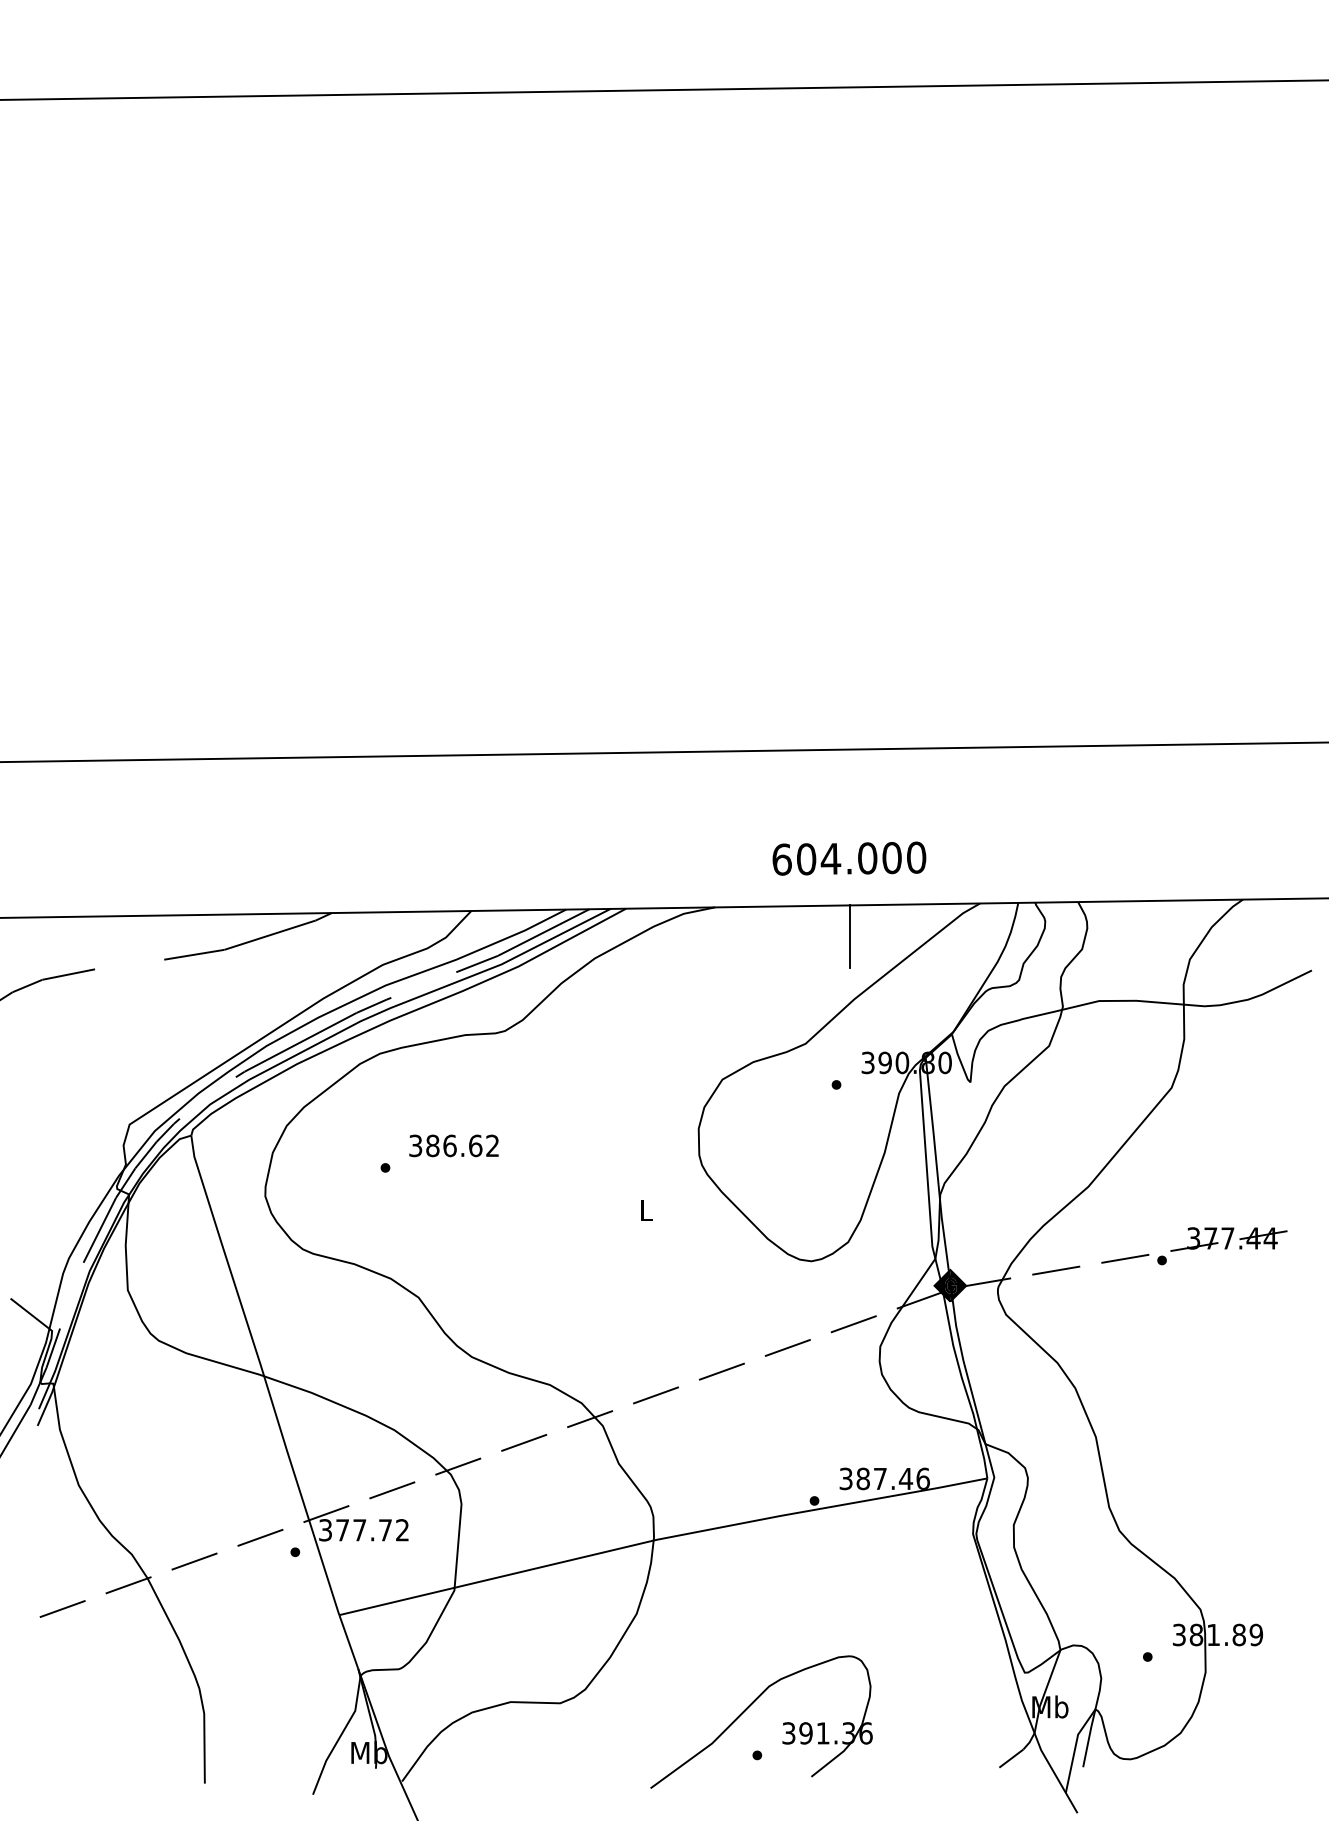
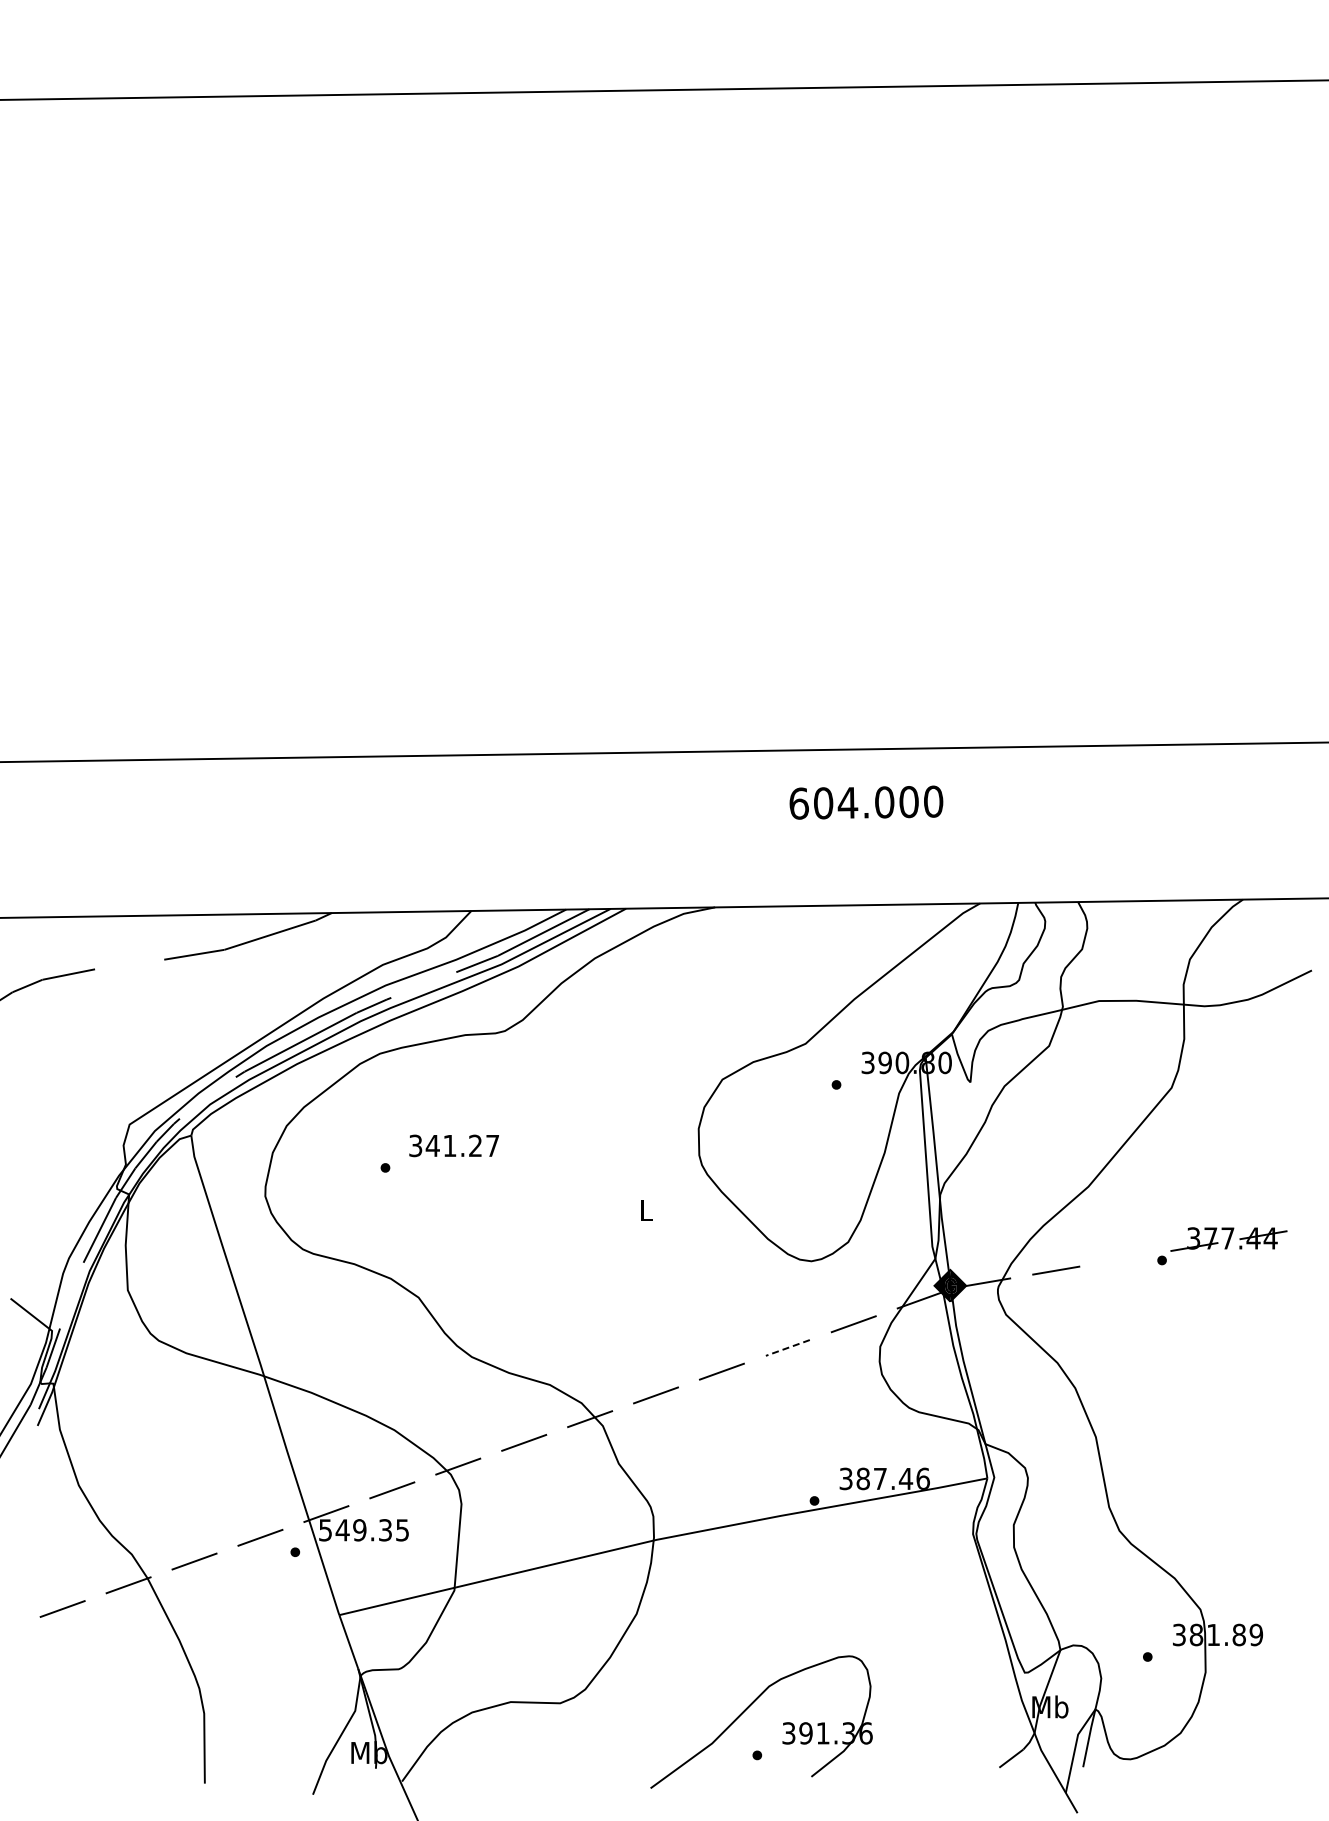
text at (849, 858) position: (849, 858) -> (866, 802)
line at (849, 936): present -> none
text at (461, 1145): 386.62 -> 341.27
line at (1125, 1258): present -> none
line at (787, 1348): solid -> dashed
text at (363, 1530): 377.72 -> 549.35
